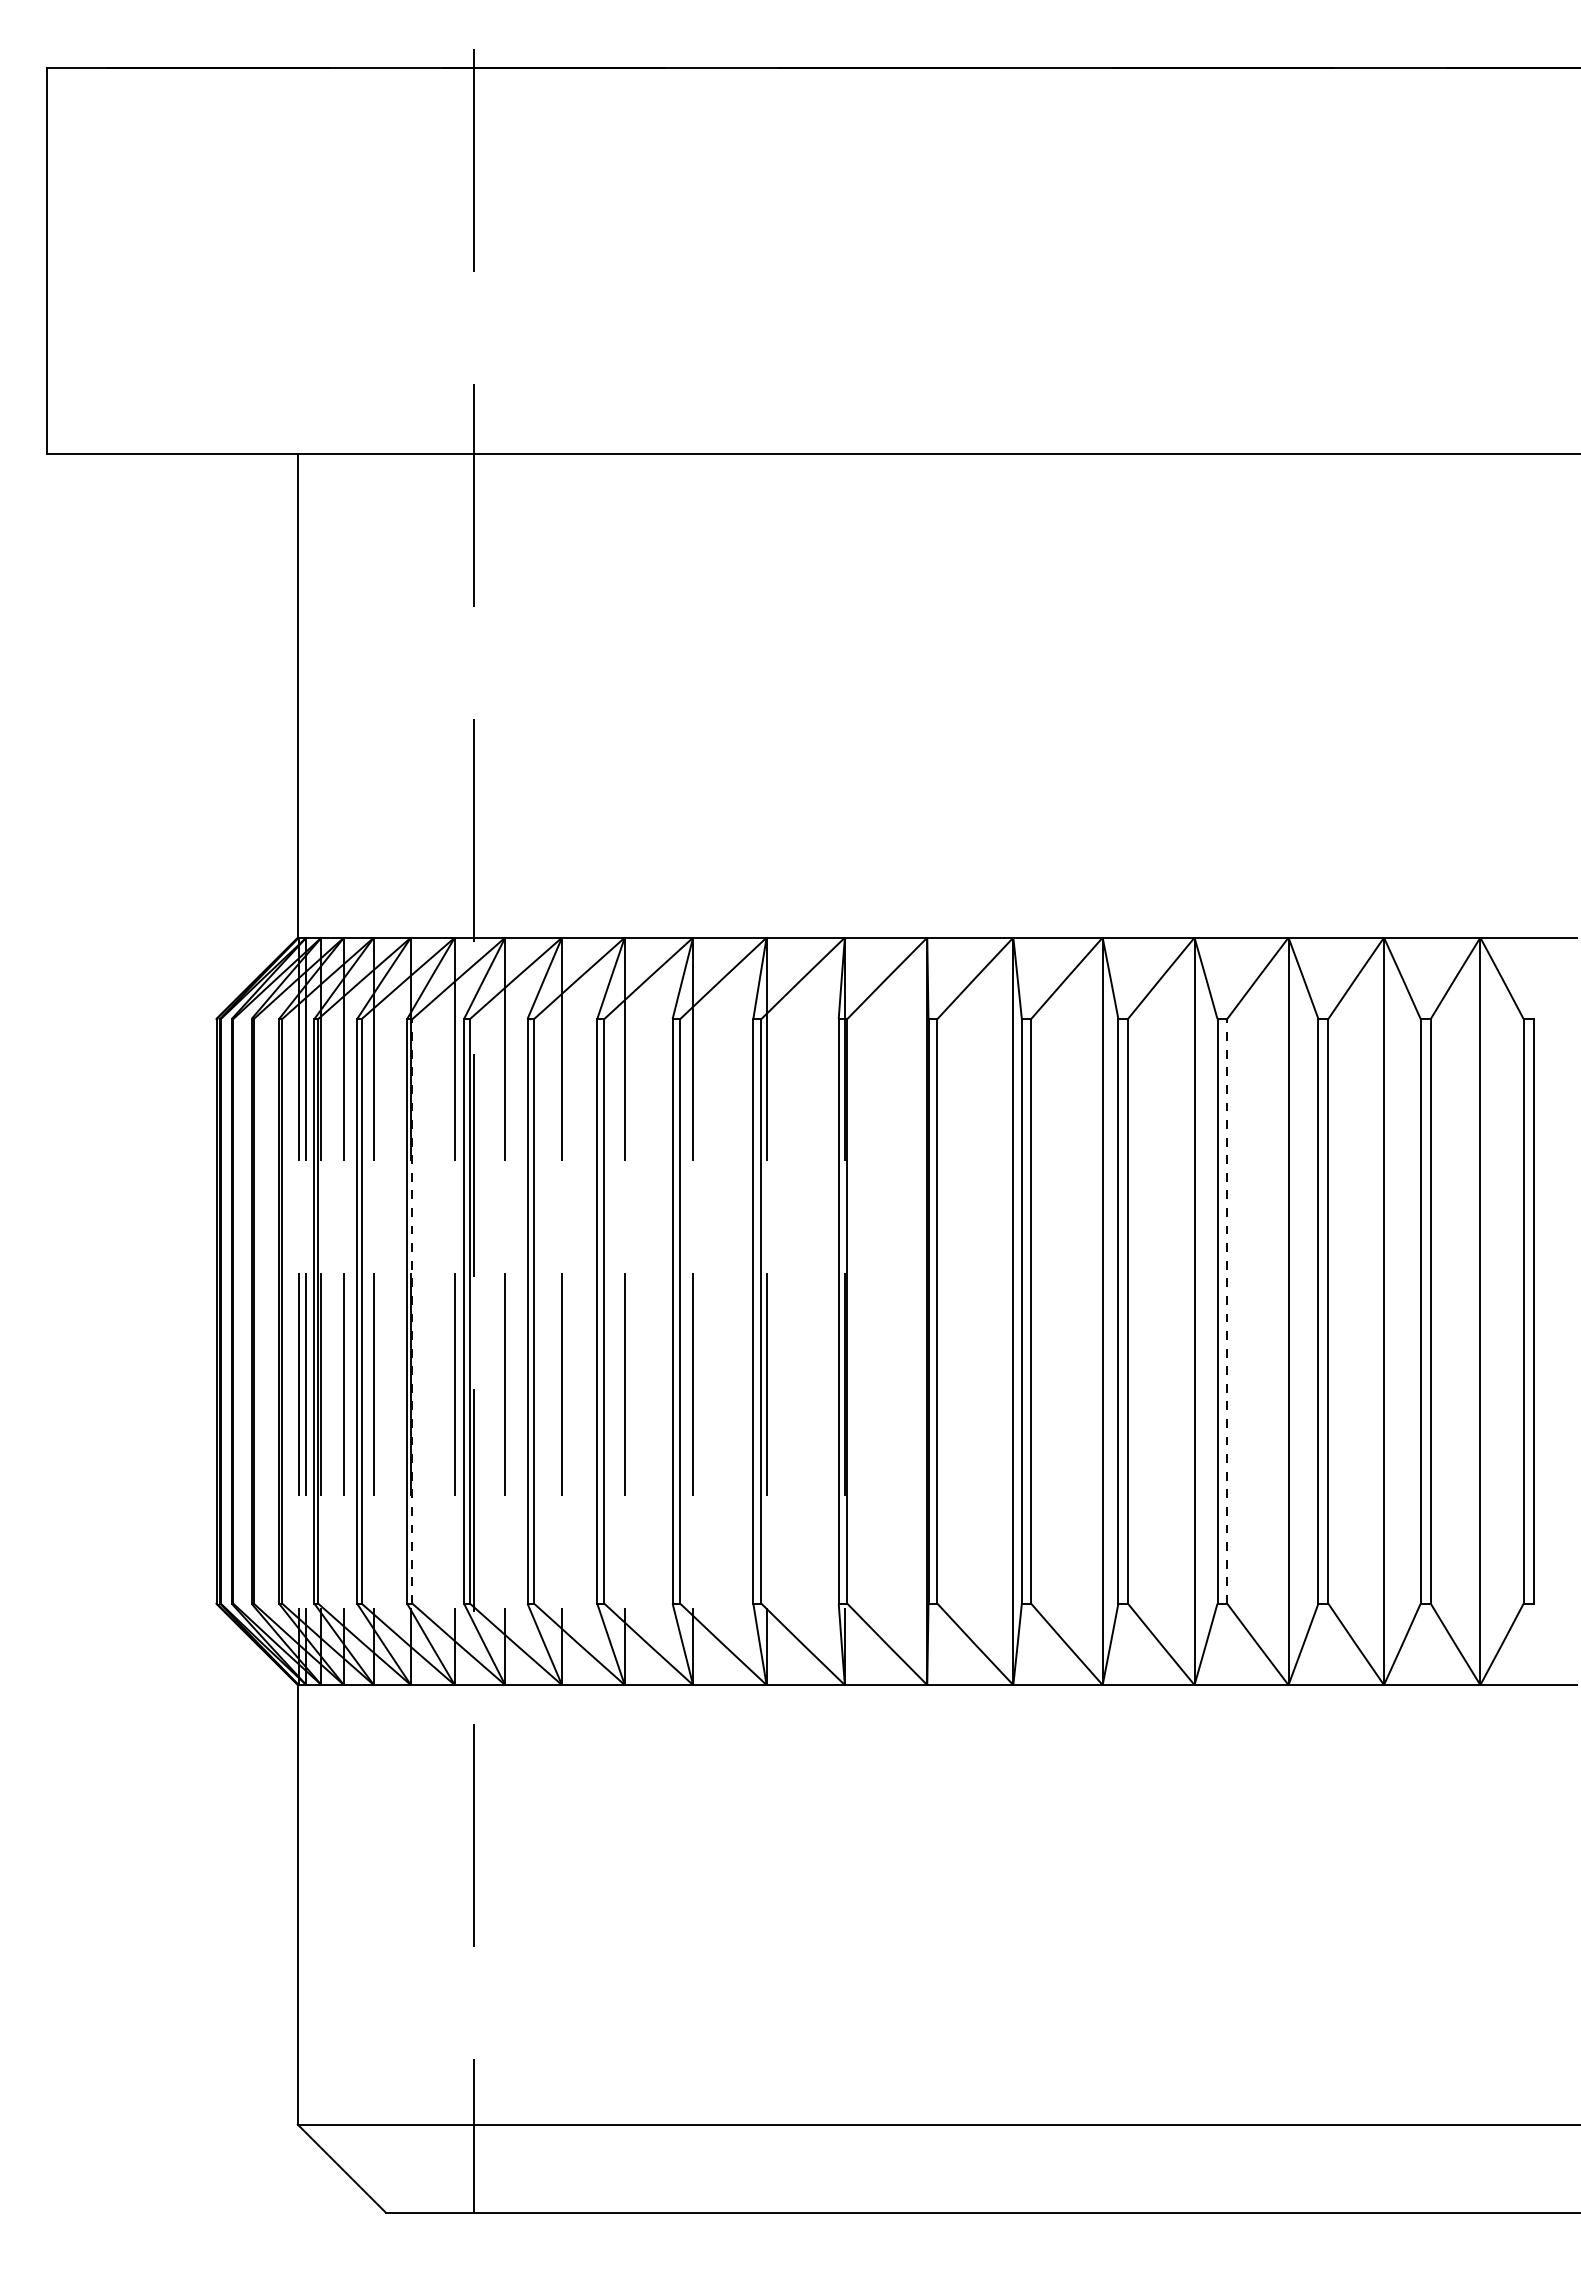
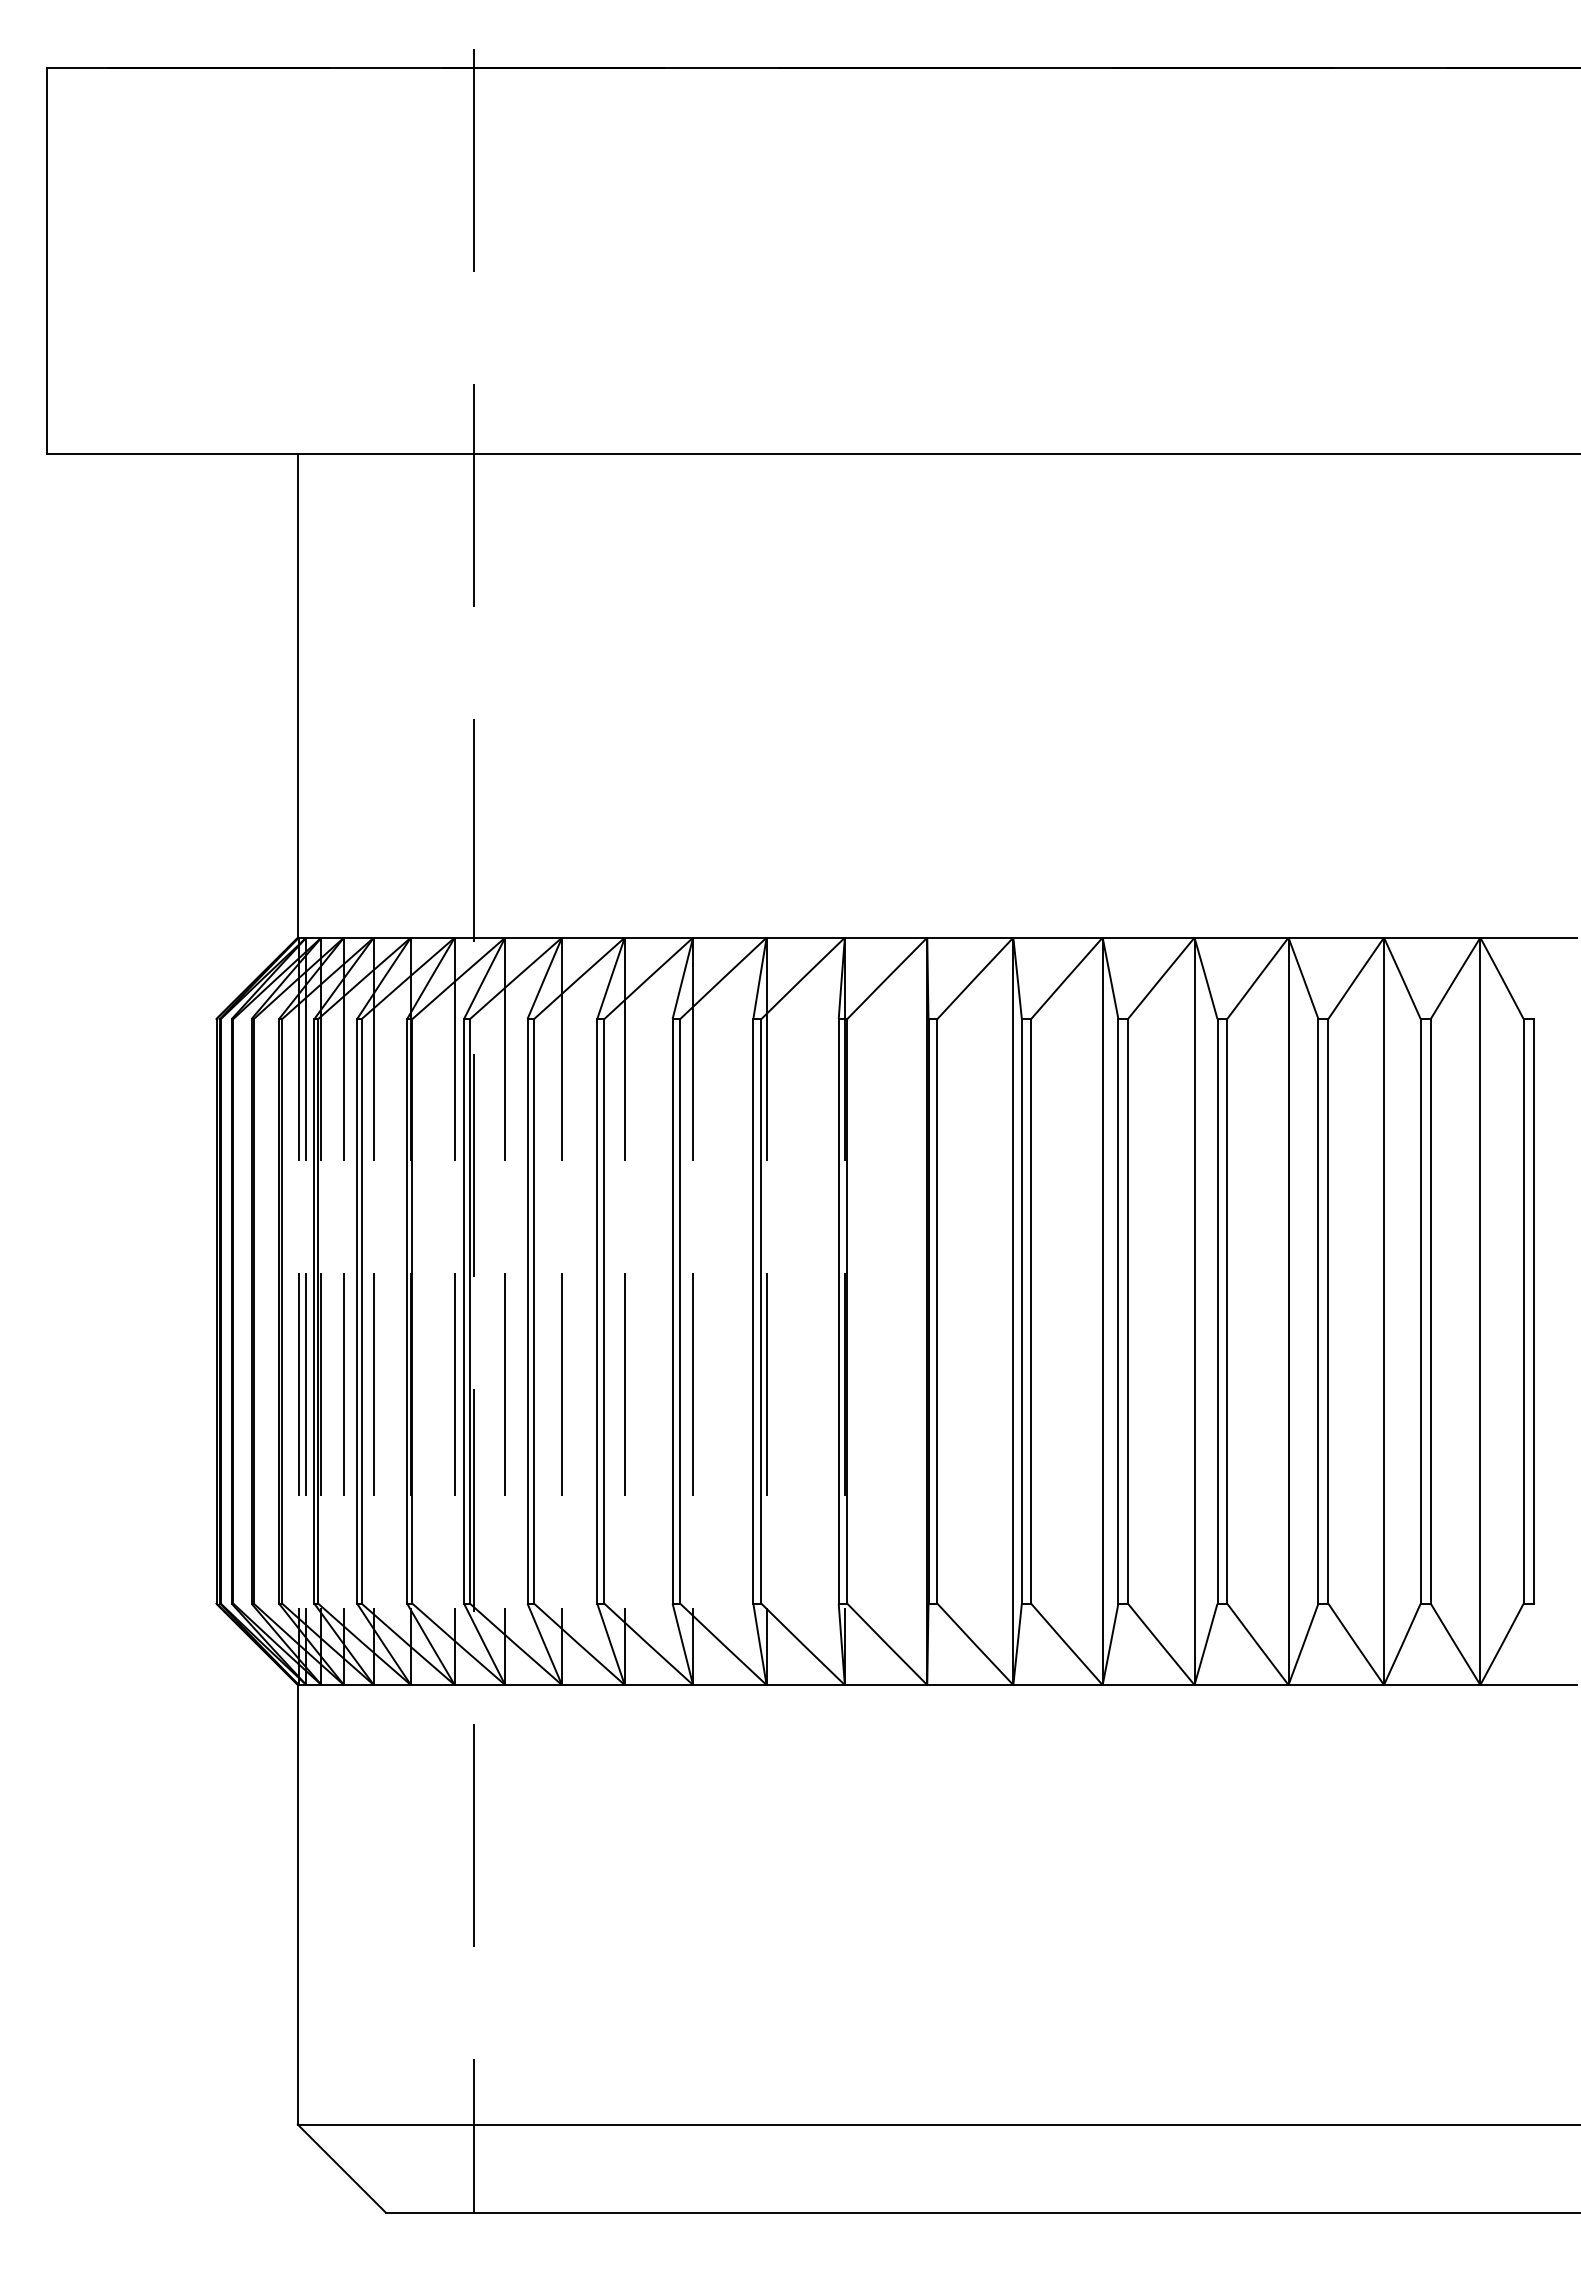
line at (412, 1310): dashed -> solid
line at (1227, 1310): dashed -> solid
